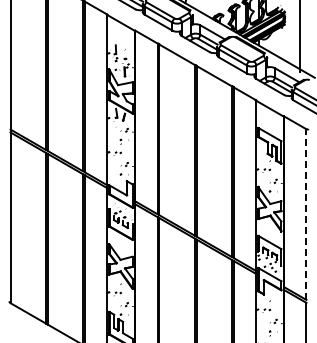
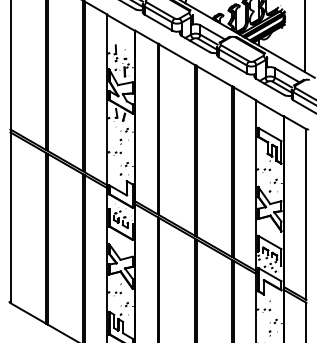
line at (300, 37) position: (300, 37) -> (305, 37)
line at (306, 214): dashed -> solid
